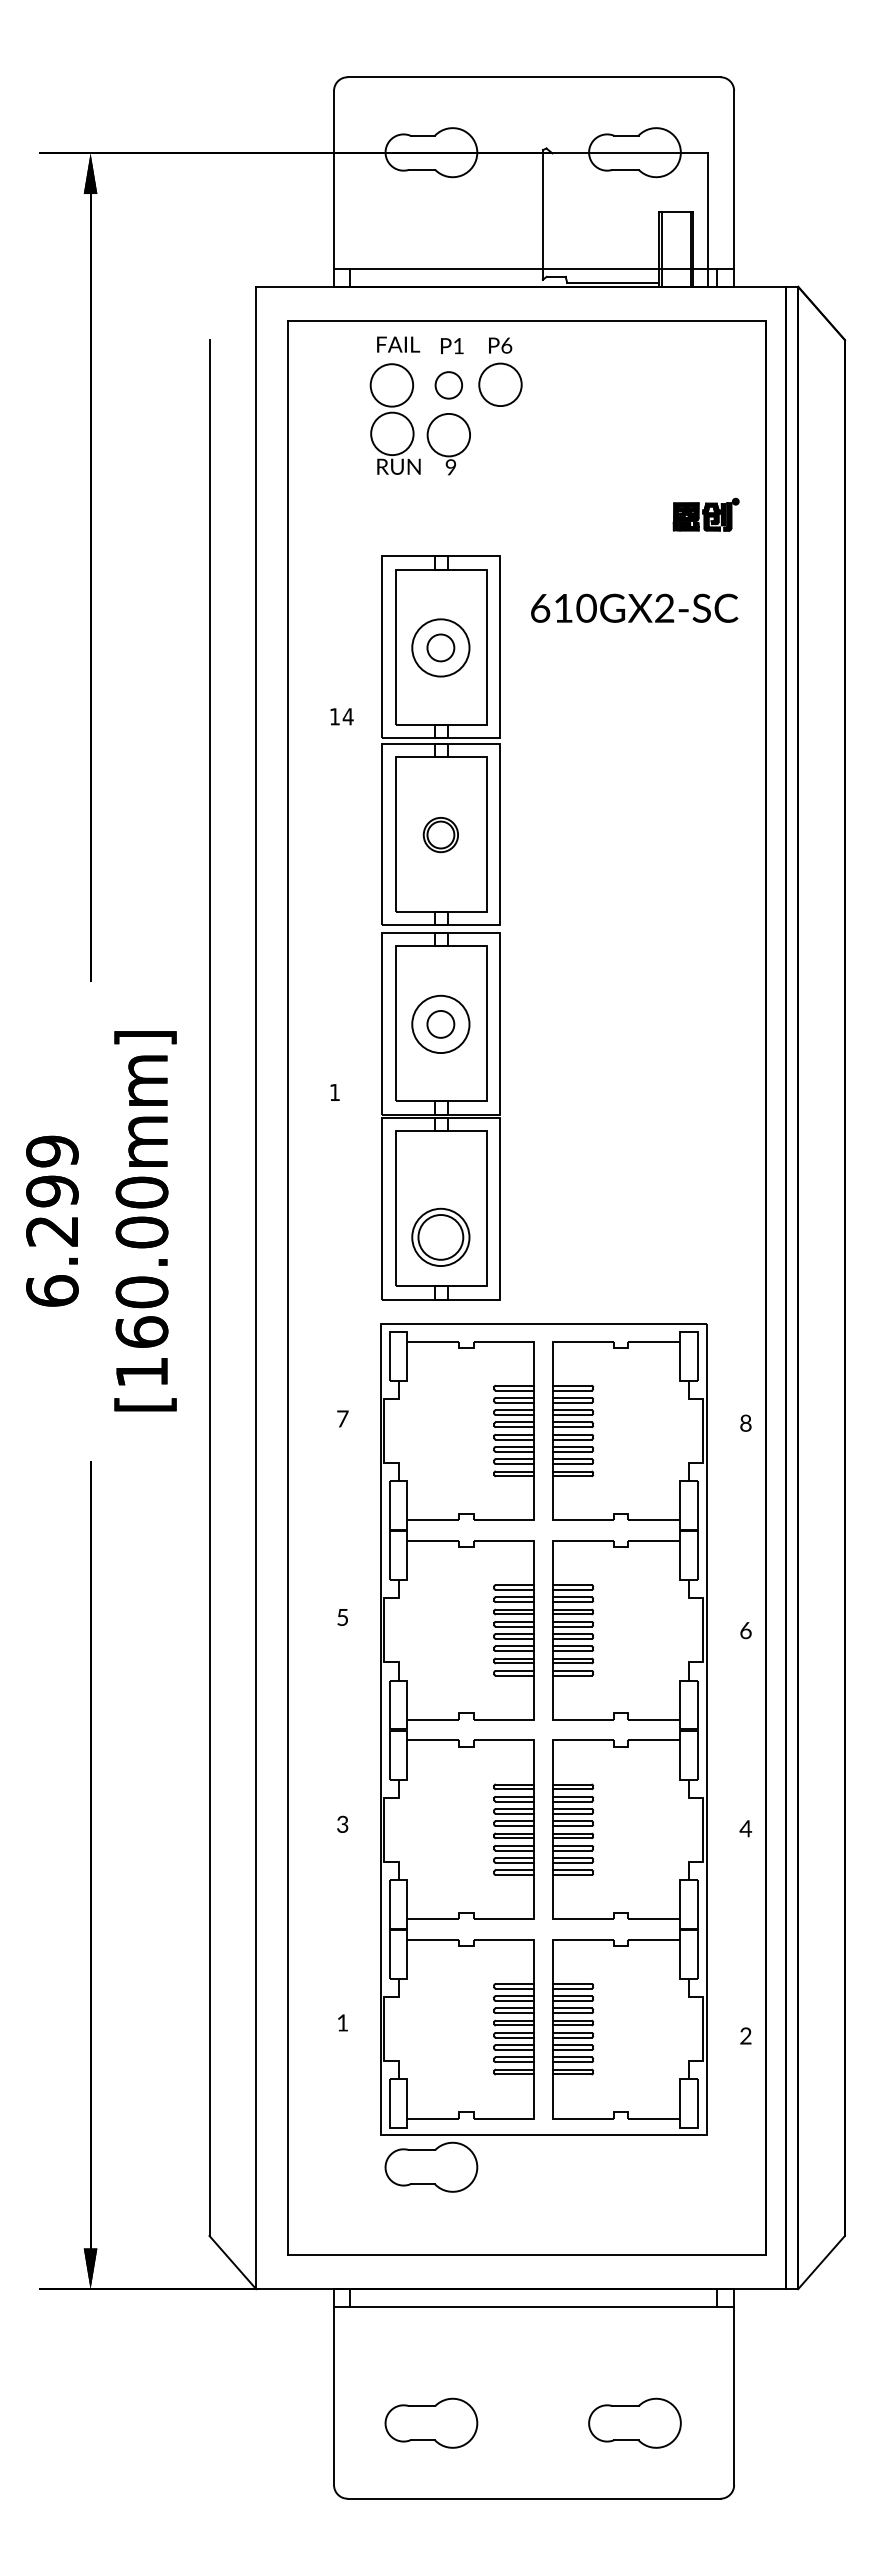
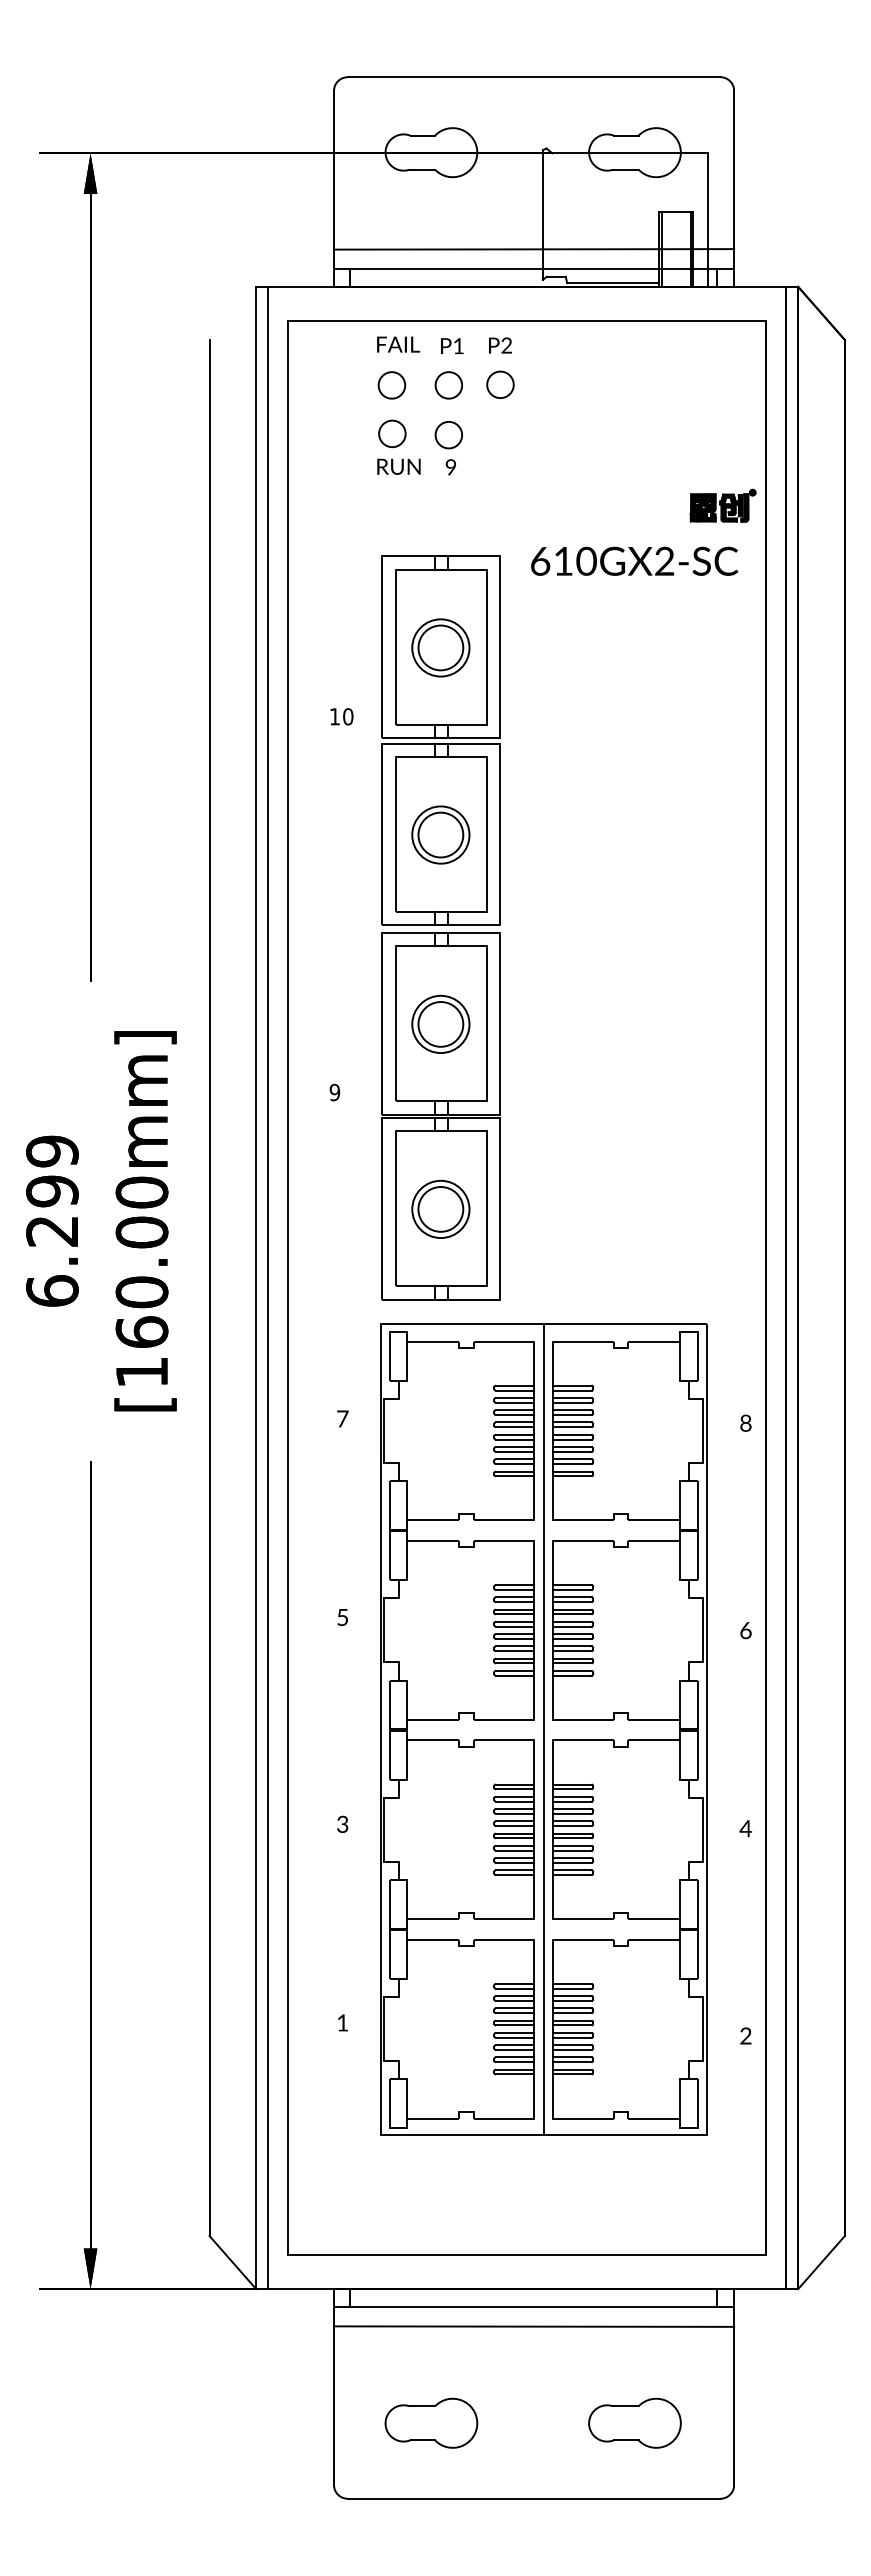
line at (534, 249): none -> present
text at (506, 345): P6 -> P2
circle at (500, 384) diameter: 42 px -> 27 px
circle at (391, 385) diameter: 42 px -> 27 px
circle at (392, 433) diameter: 42 px -> 27 px
circle at (448, 434) diameter: 42 px -> 27 px
part at (705, 514) position: (705, 514) -> (722, 505)
text at (634, 607) position: (634, 607) -> (634, 560)
circle at (440, 647) diameter: 27 px -> 45 px
text at (347, 716): 14 -> 10
part at (440, 835) size: 37x37 px -> 60x60 px
circle at (440, 1023) diameter: 27 px -> 45 px
text at (334, 1092): 1 -> 9
part at (440, 1236) position: (440, 1236) -> (440, 1208)
line at (268, 1287): none -> present
line at (543, 1728): none -> present
part at (431, 2166): present -> none
line at (534, 2326): none -> present
